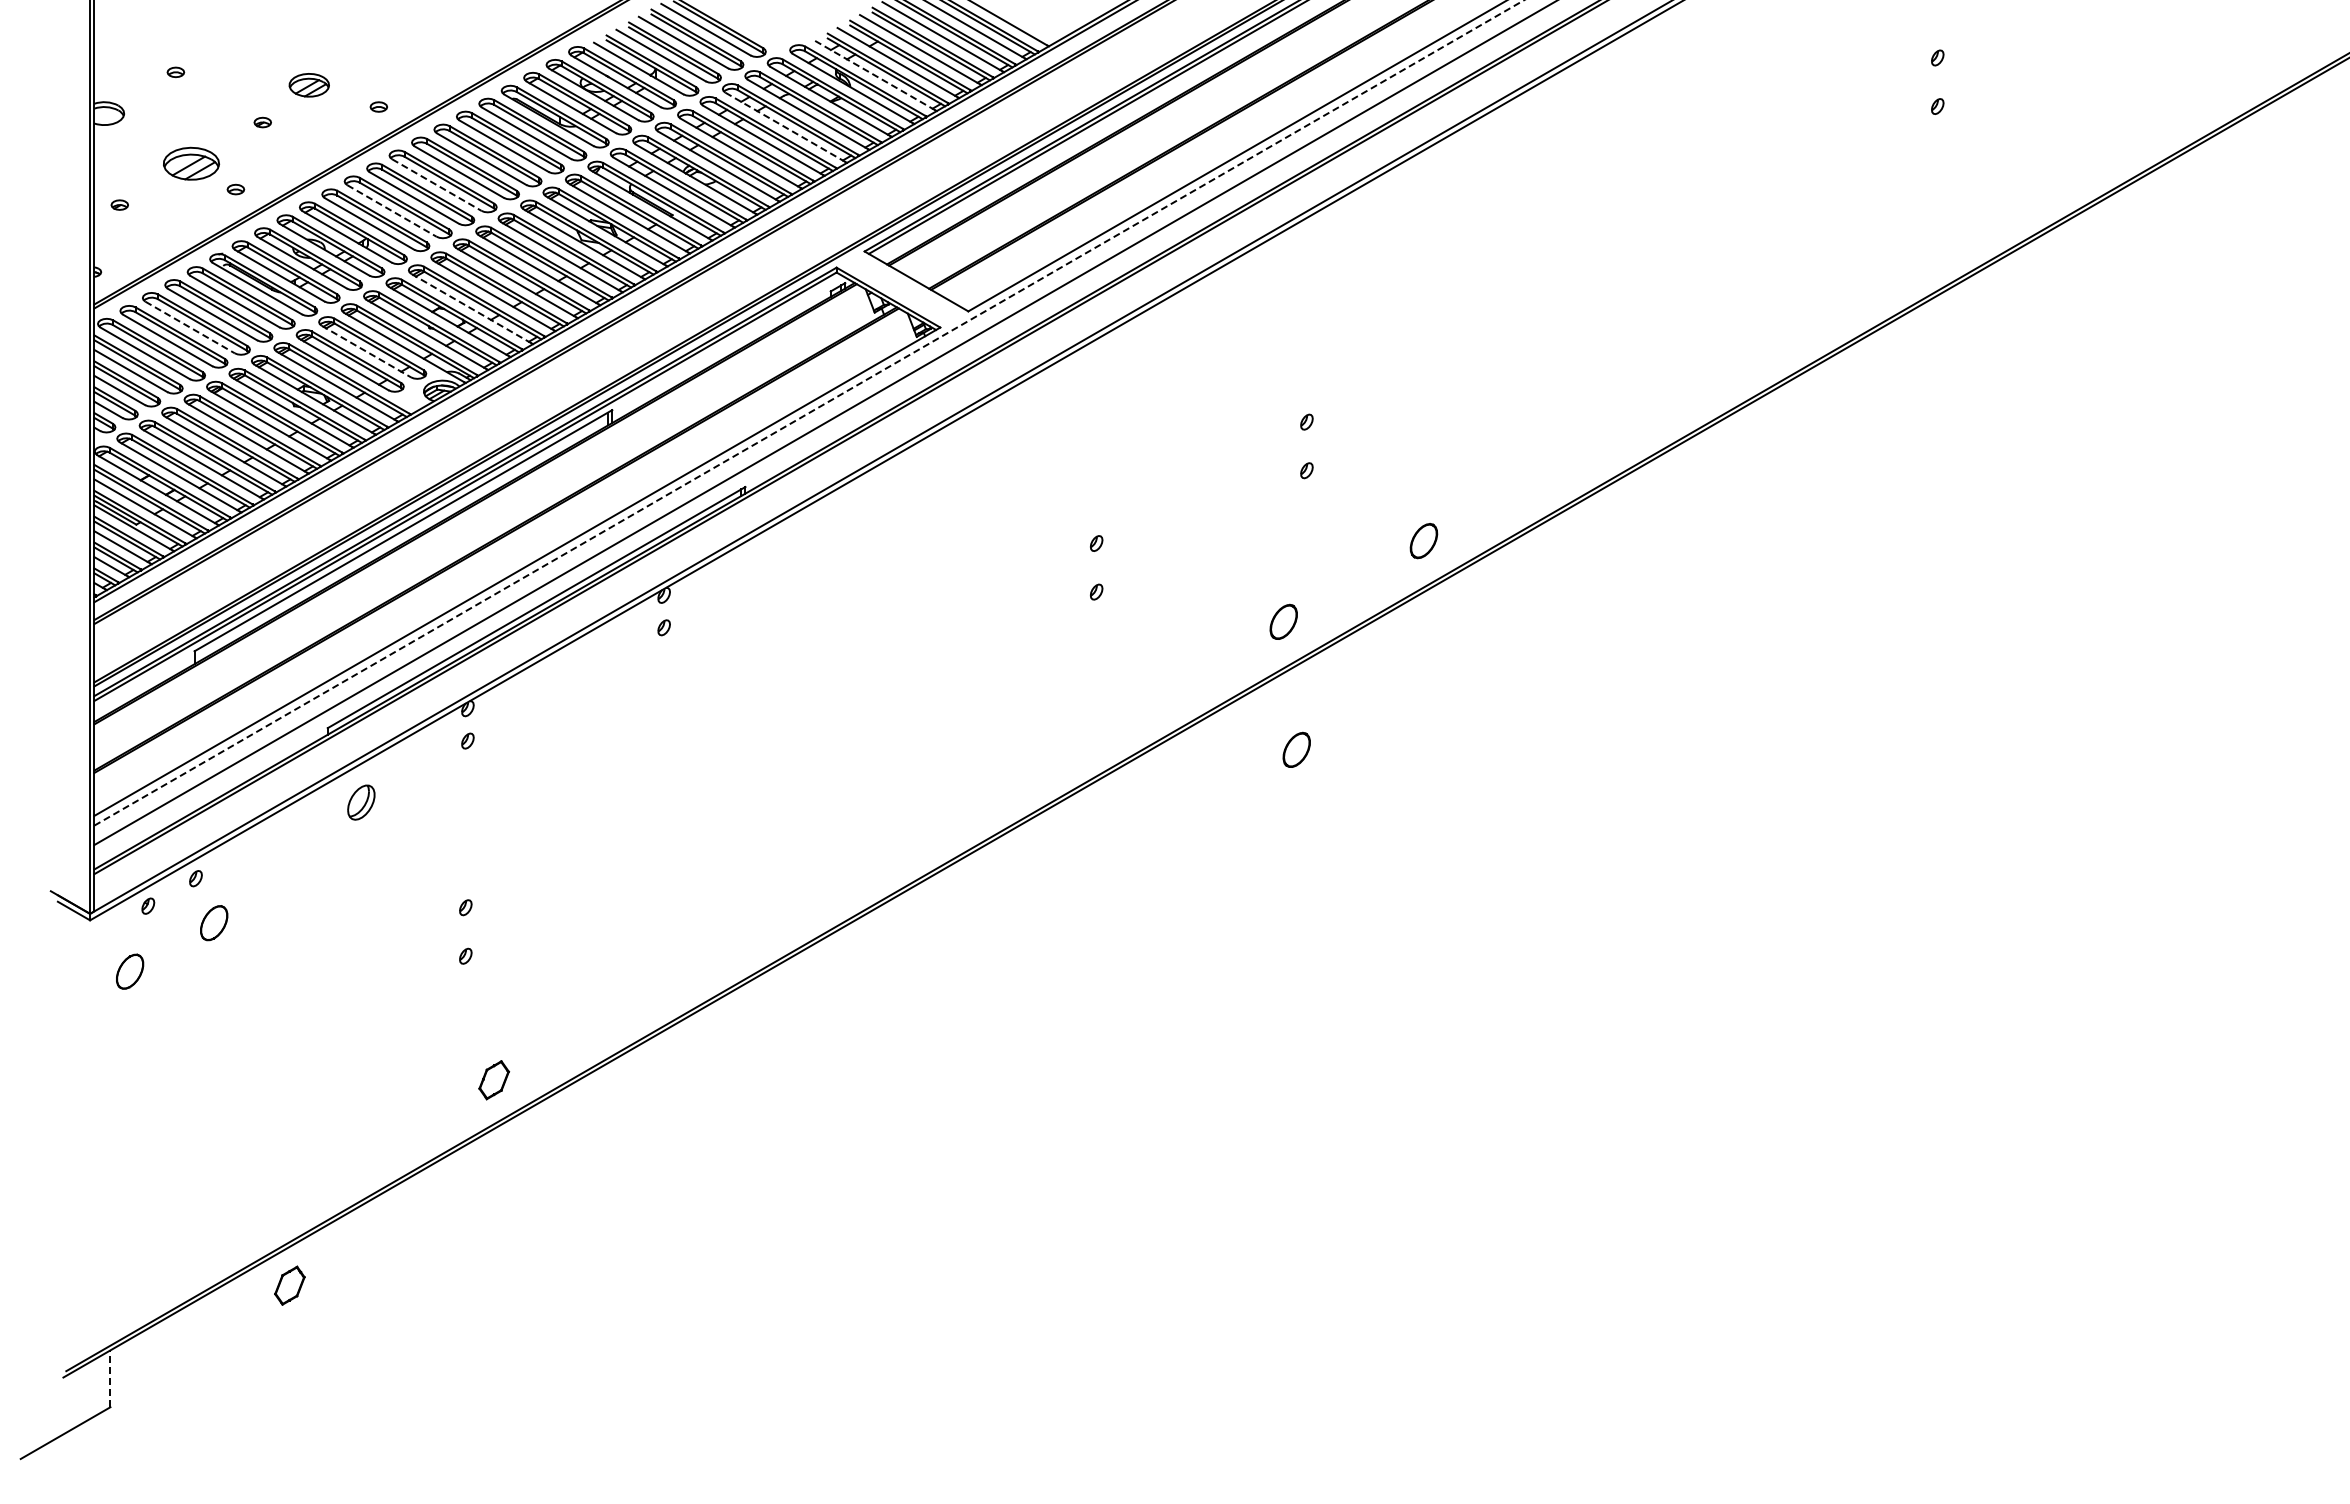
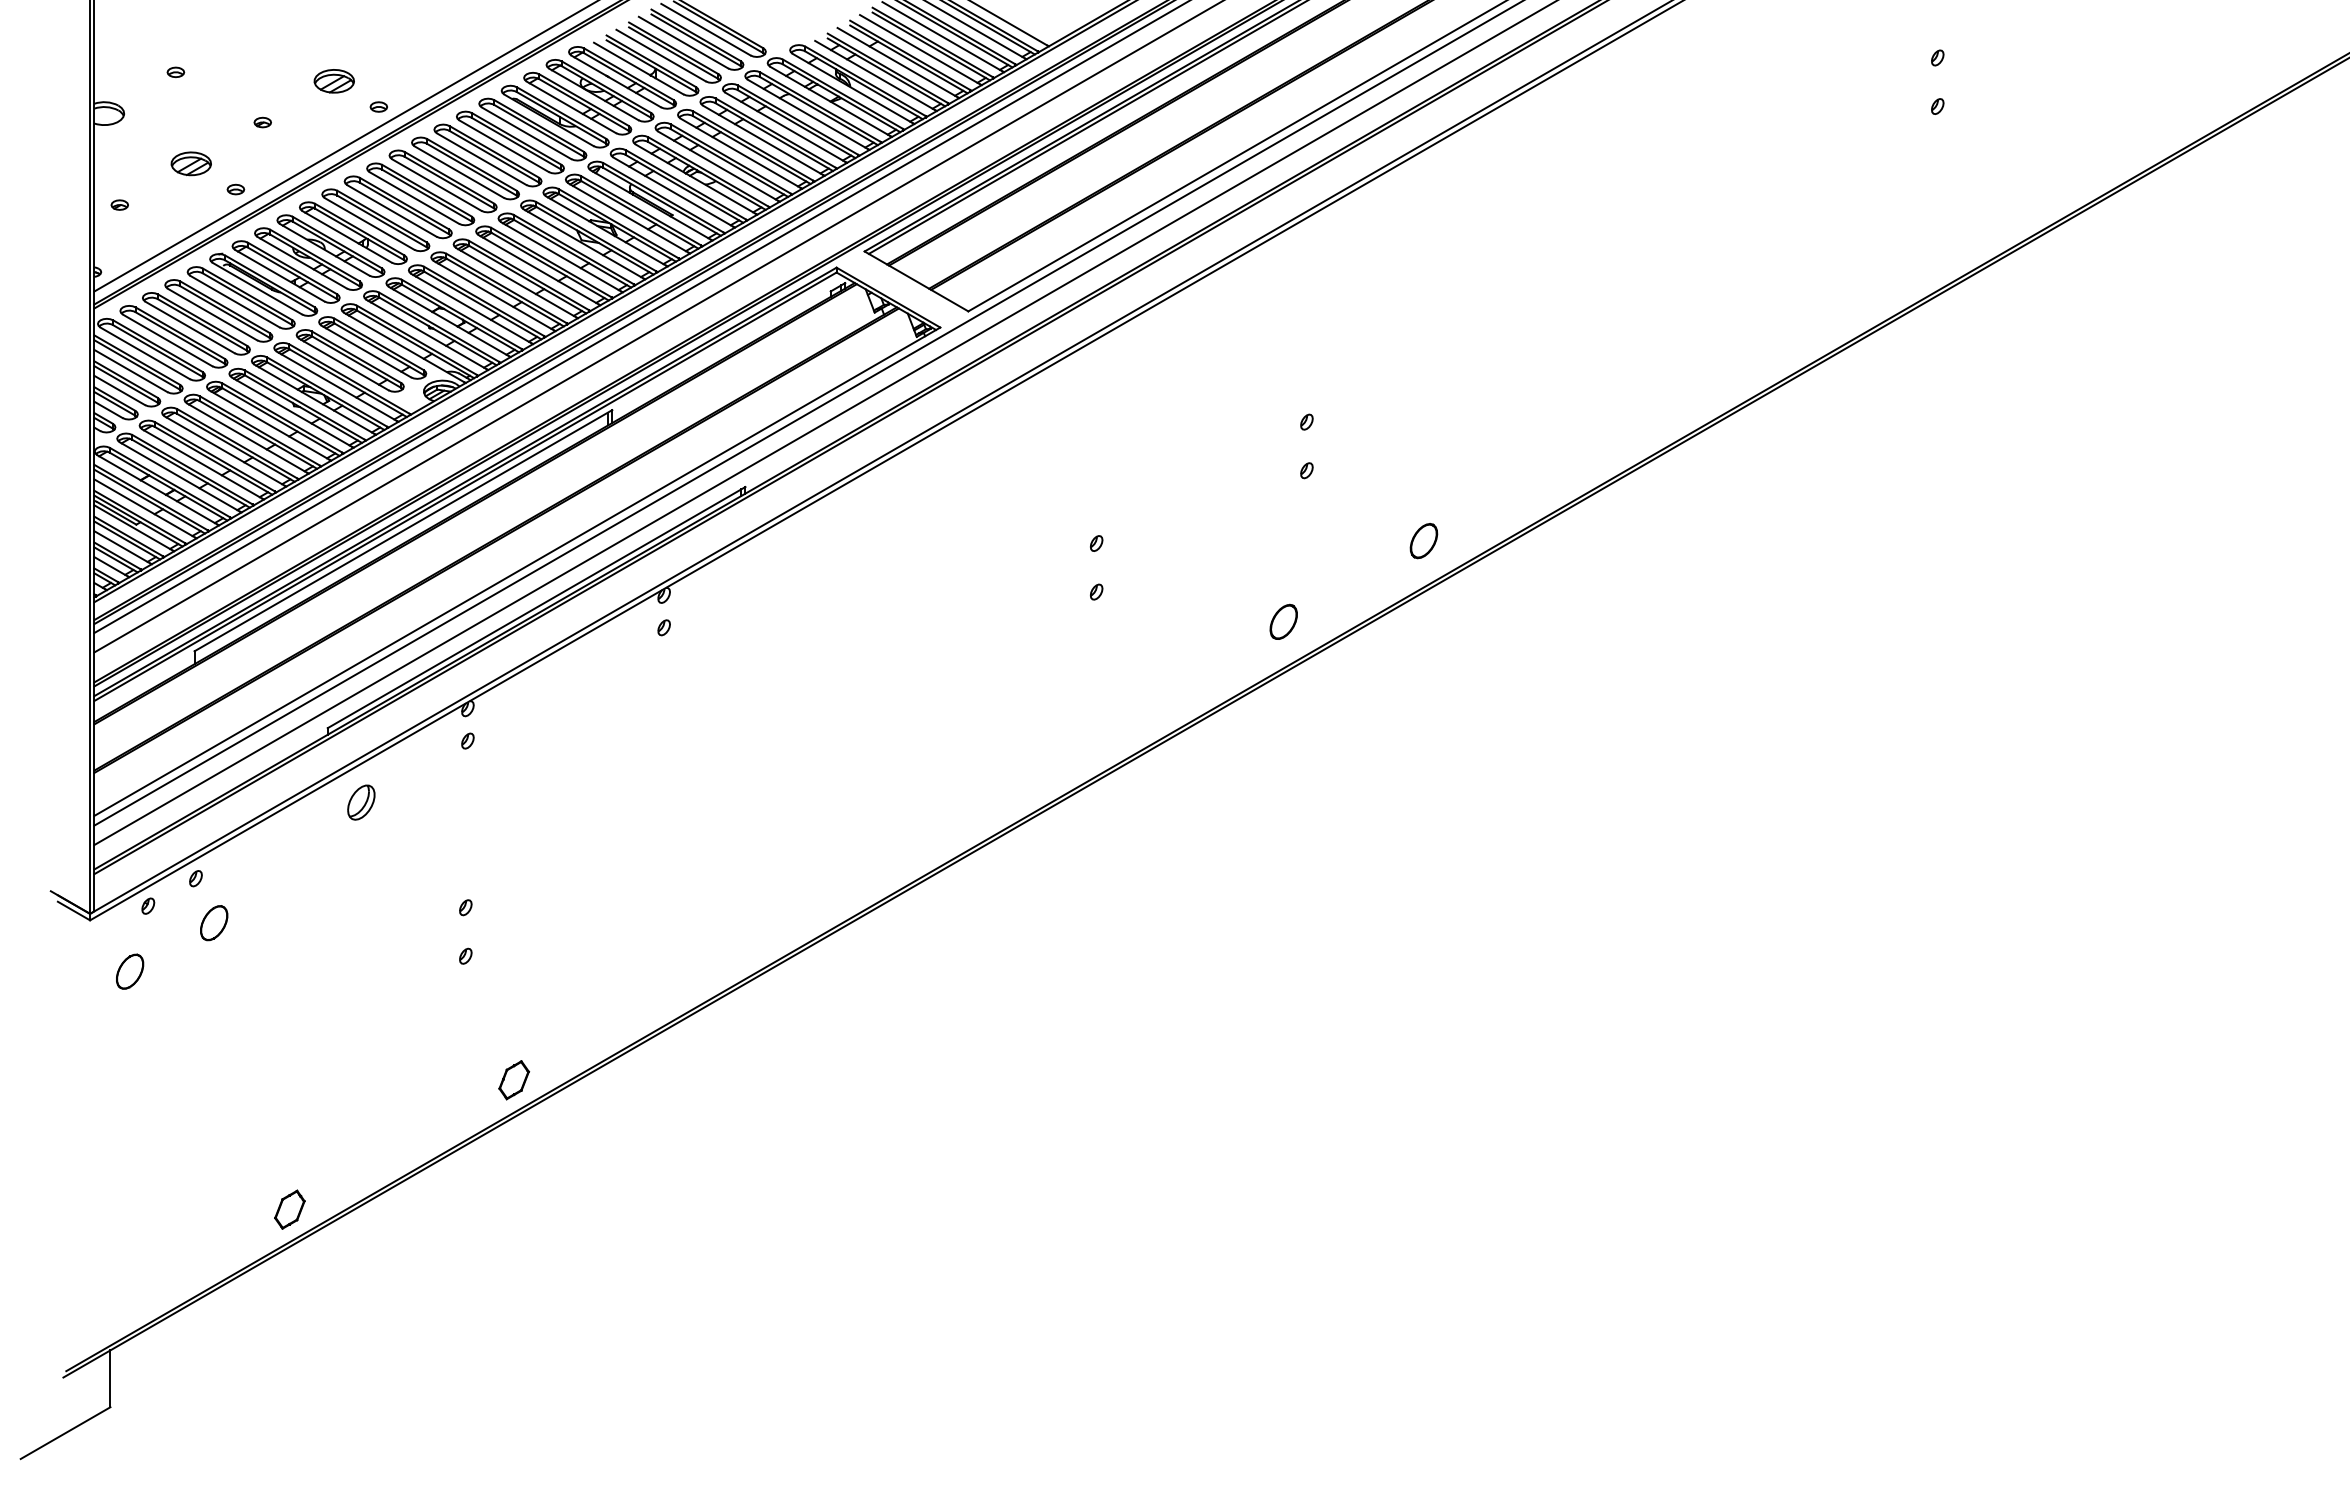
line at (875, 75): dashed -> solid
part at (308, 85) position: (308, 85) -> (333, 81)
line at (785, 127): dashed -> solid
line at (344, 146): none -> present
part at (191, 163) size: 58x35 px -> 42x26 px
line at (436, 185): dashed -> solid
line at (391, 210): dashed -> solid
line at (471, 308): dashed -> solid
line at (640, 317): none -> present
line at (190, 327): dashed -> solid
line at (657, 327): none -> present
line at (366, 351): dashed -> solid
line at (809, 412): dashed -> solid
part at (1296, 749): present -> none
part at (494, 1080) position: (494, 1080) -> (514, 1080)
part at (289, 1285) position: (289, 1285) -> (289, 1209)
line at (110, 1378): dashed -> solid
